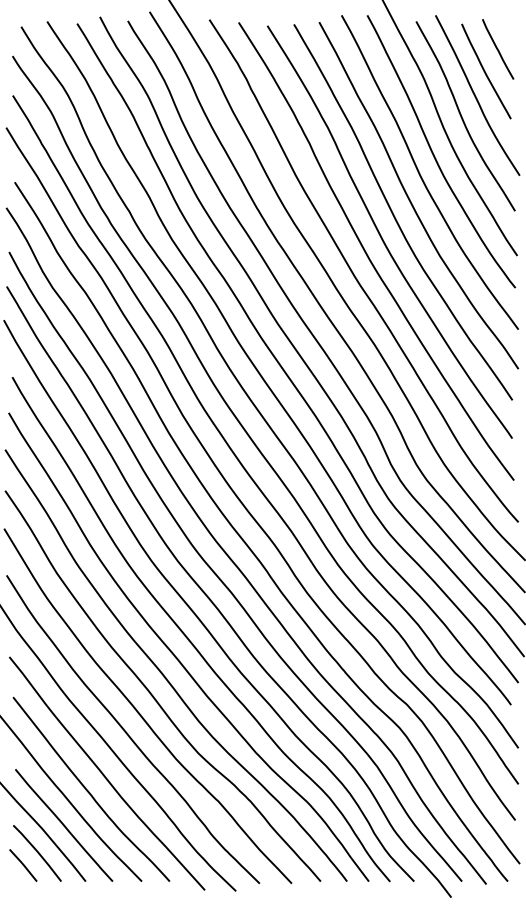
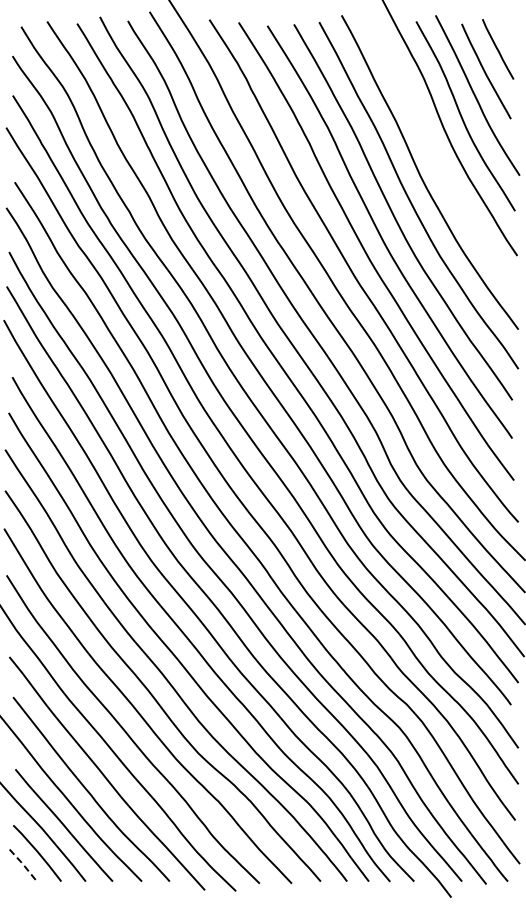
curve at (434, 154): present -> none
line at (23, 864): solid -> dashed
